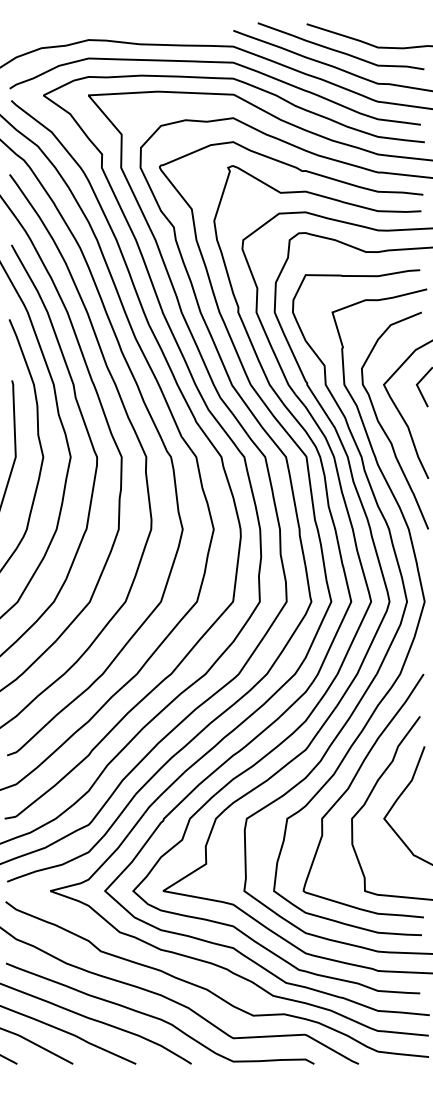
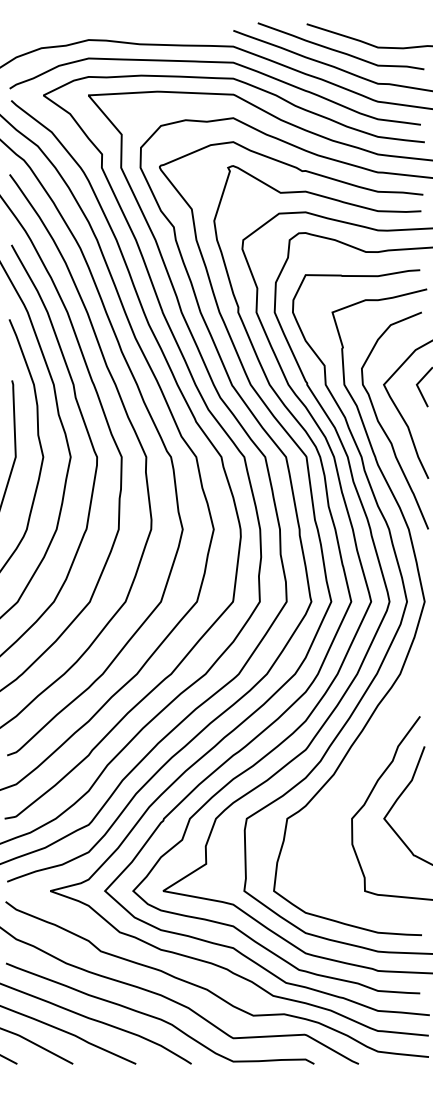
curve at (351, 785): present -> none
